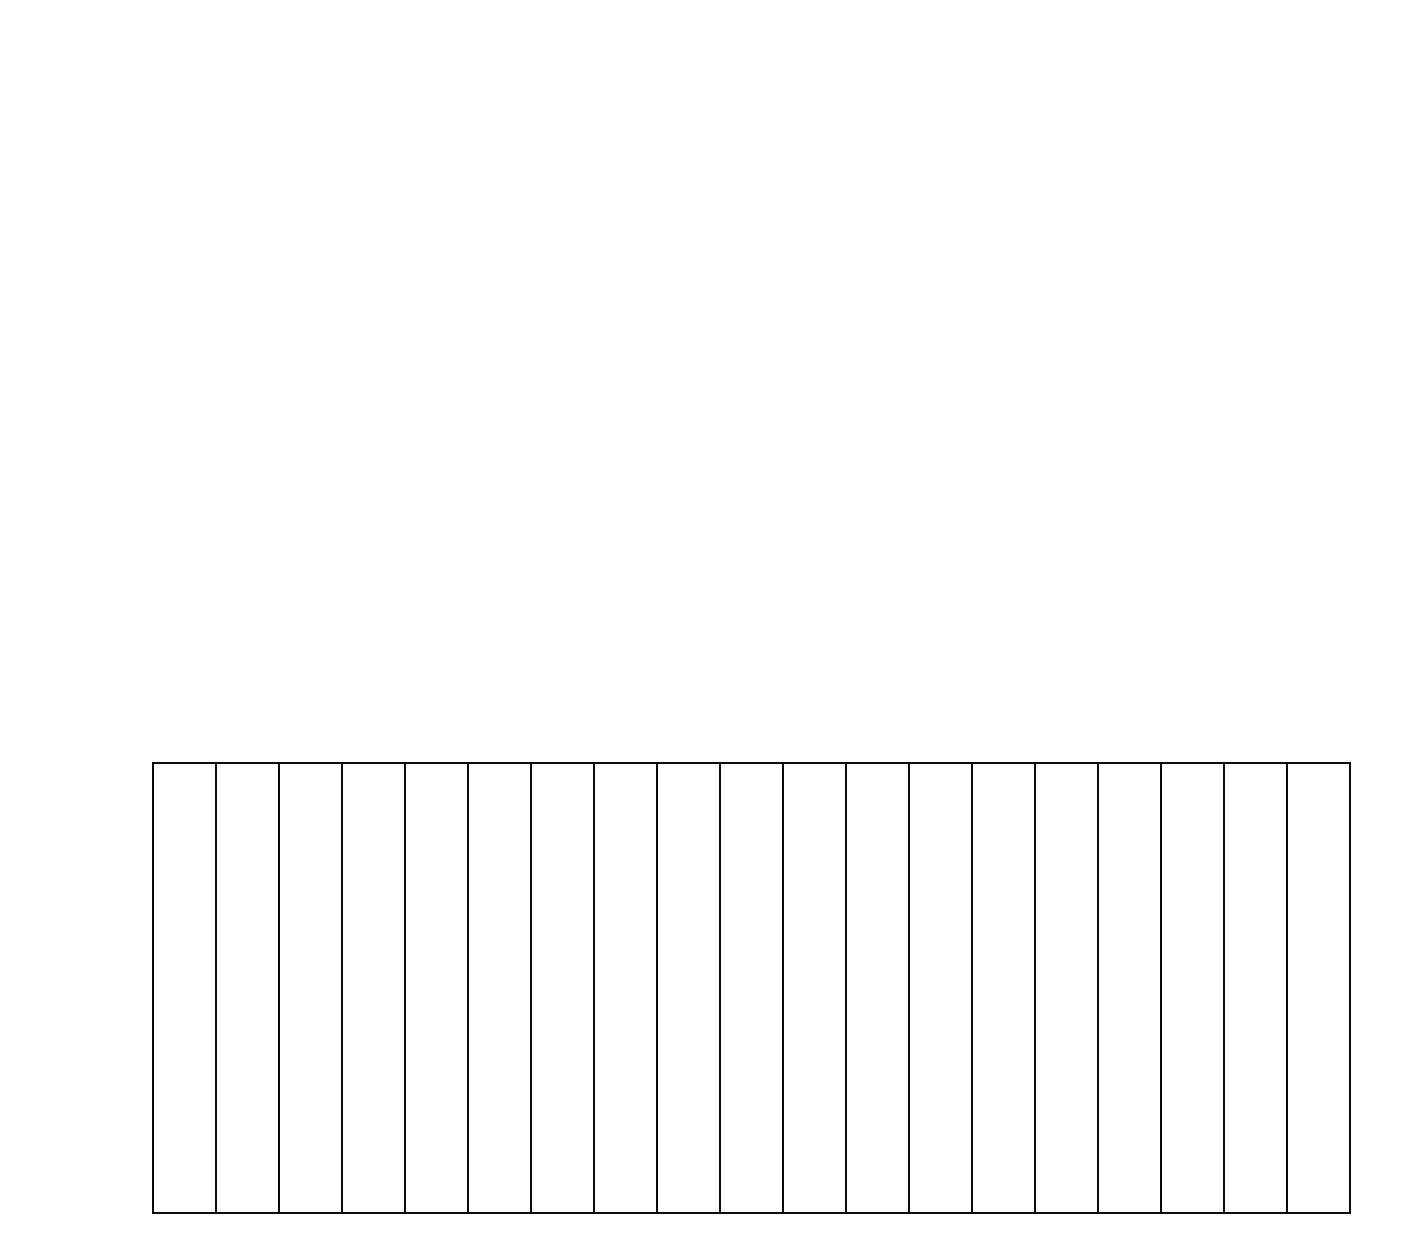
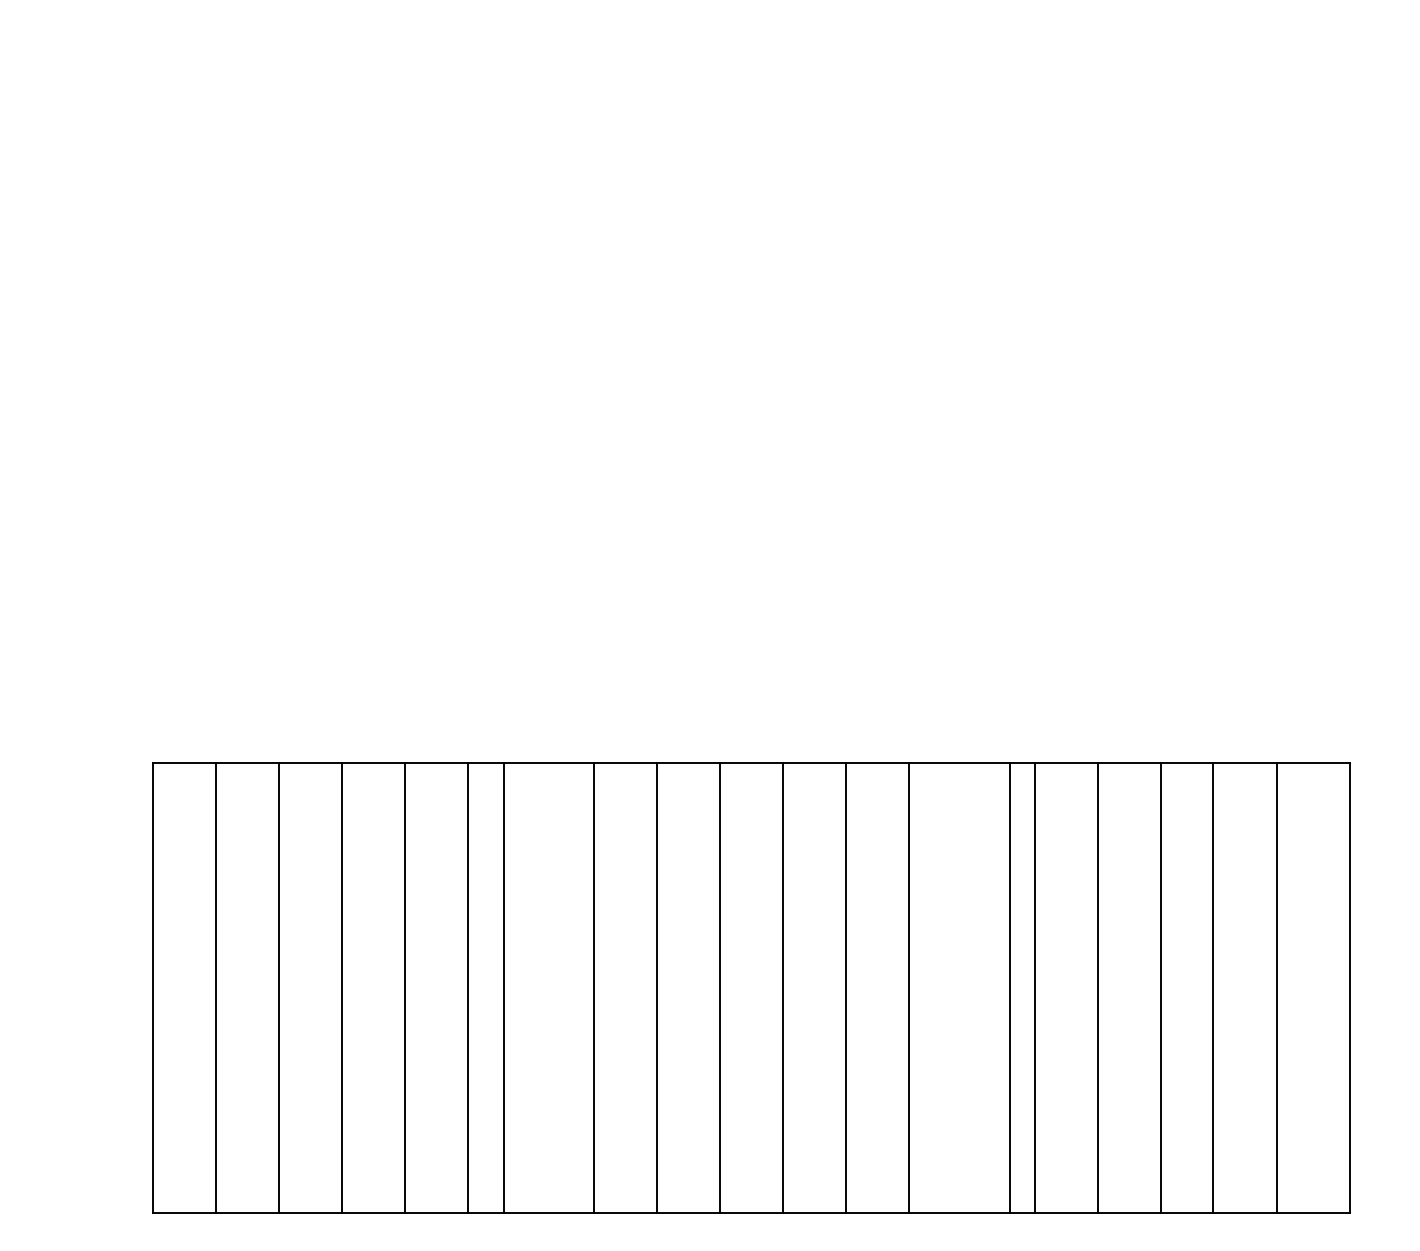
line at (531, 988) position: (531, 988) -> (504, 988)
line at (972, 988) position: (972, 988) -> (1010, 988)
line at (1224, 988) position: (1224, 988) -> (1213, 988)
line at (1287, 988) position: (1287, 988) -> (1277, 988)
